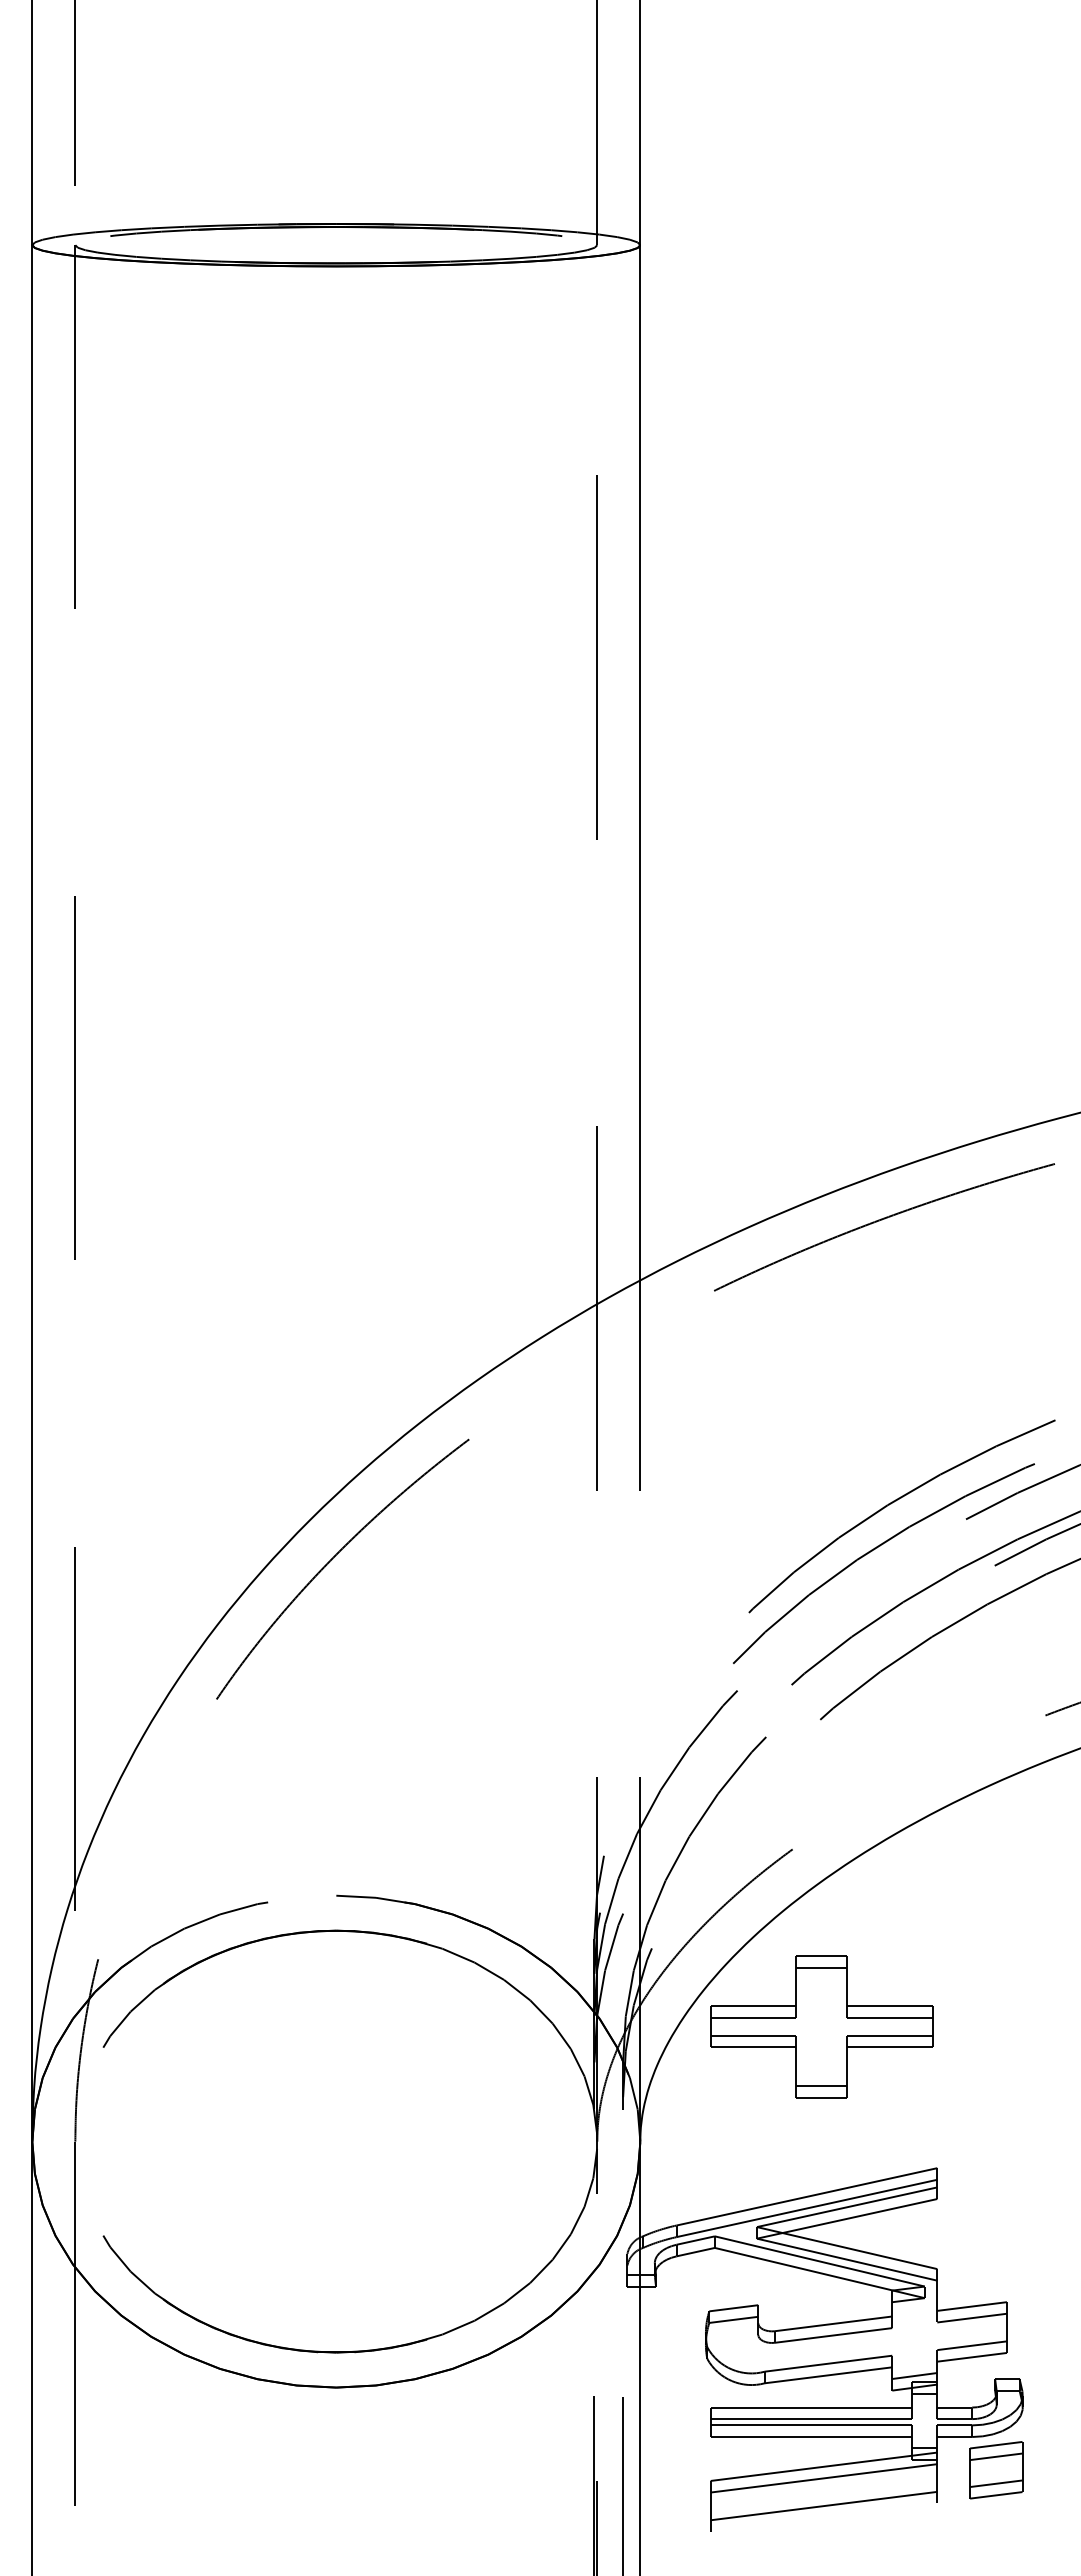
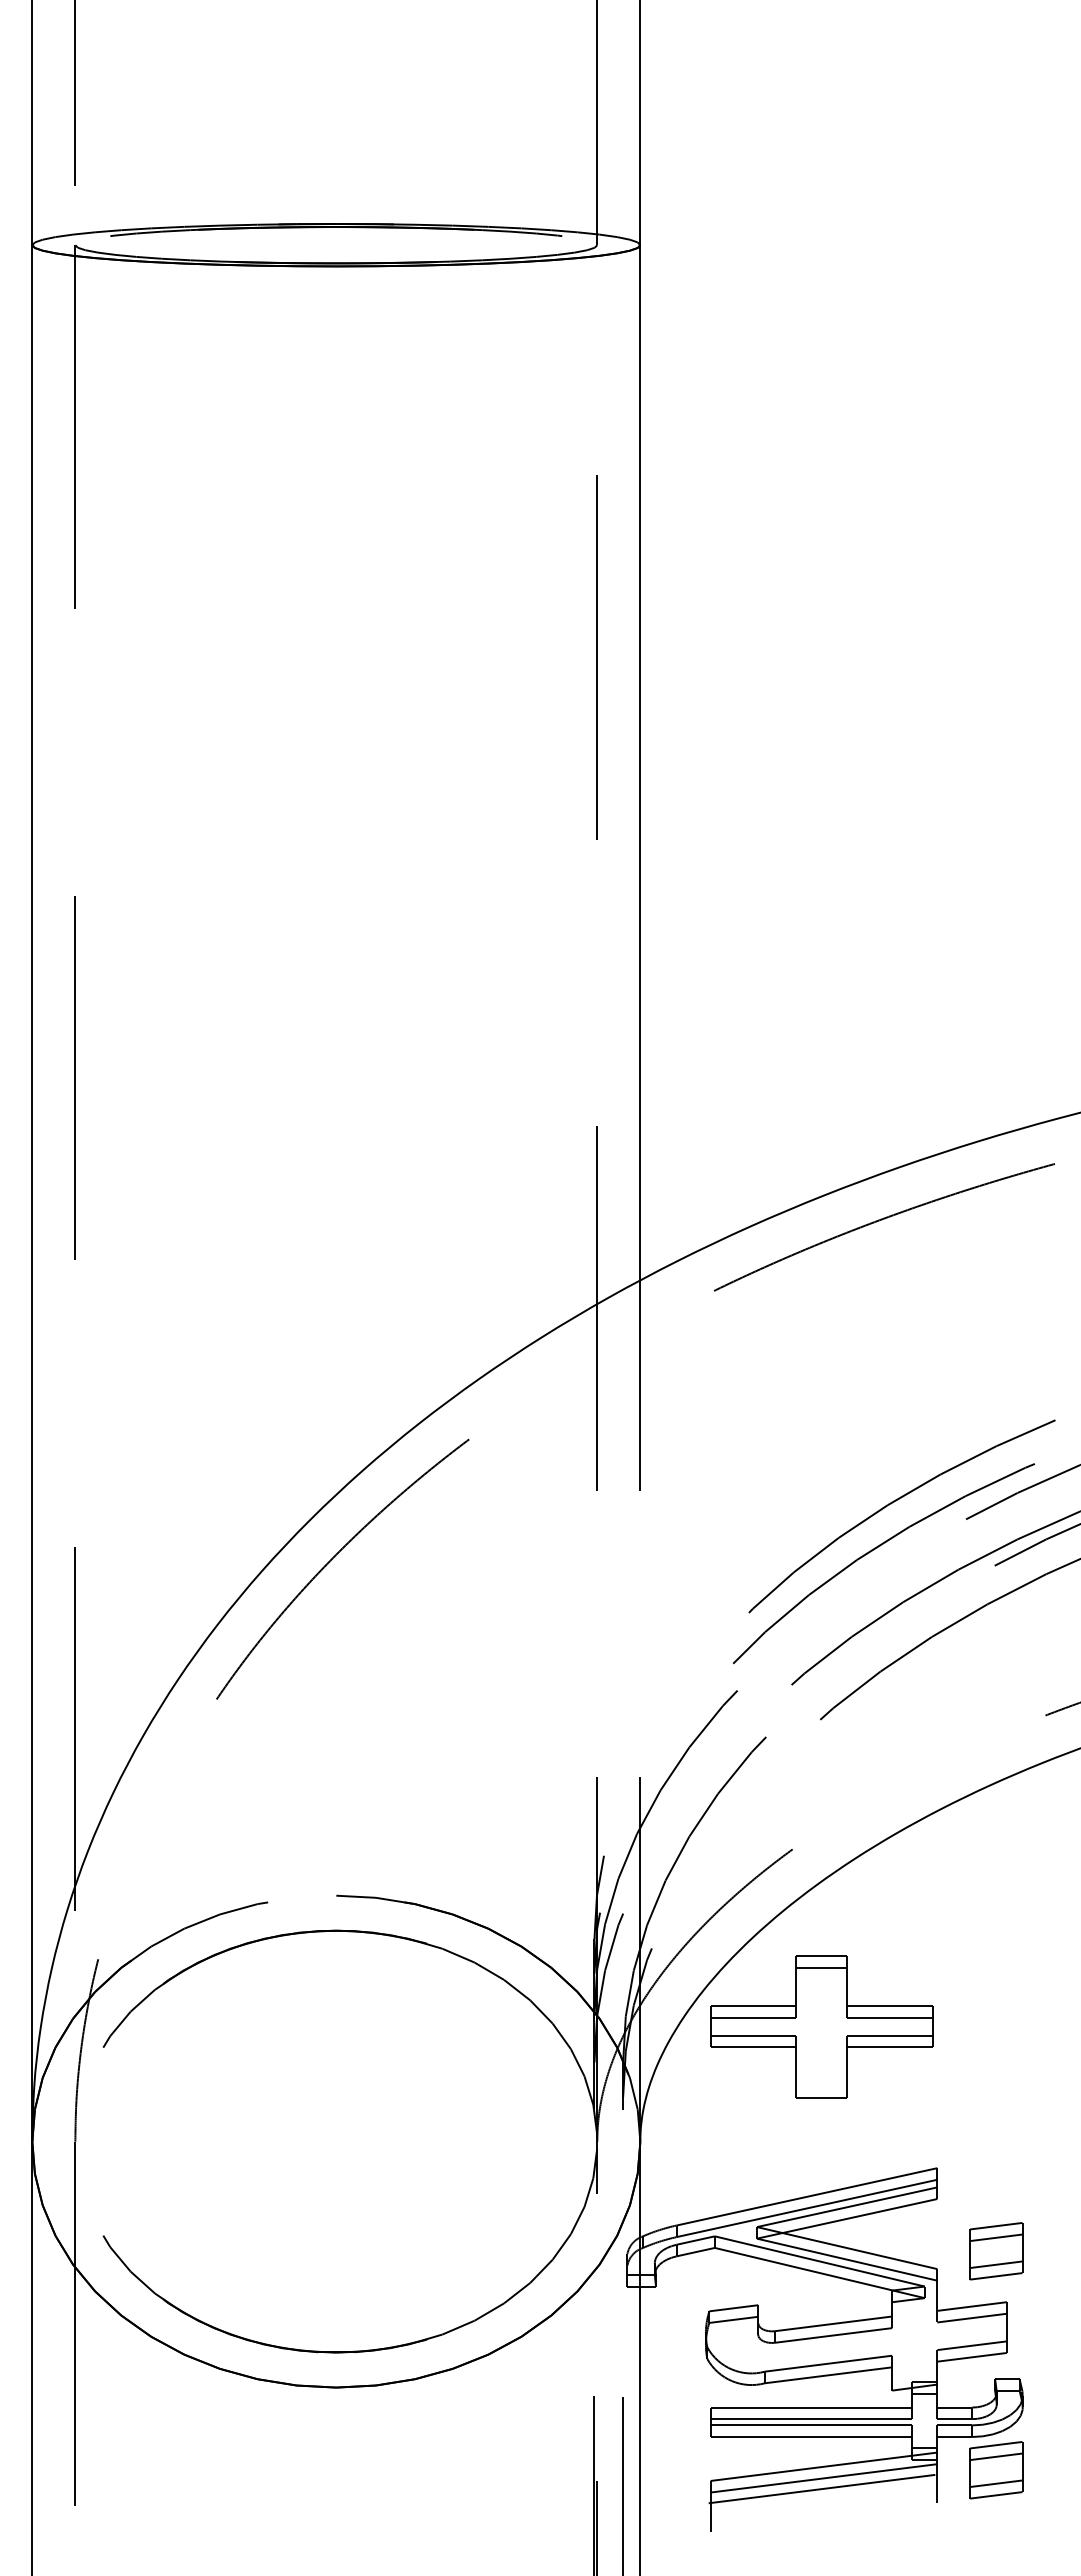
line at (821, 2085): present -> none
part at (996, 2251): none -> present
line at (914, 2376): present -> none
line at (823, 2505) position: (823, 2505) -> (821, 2488)
